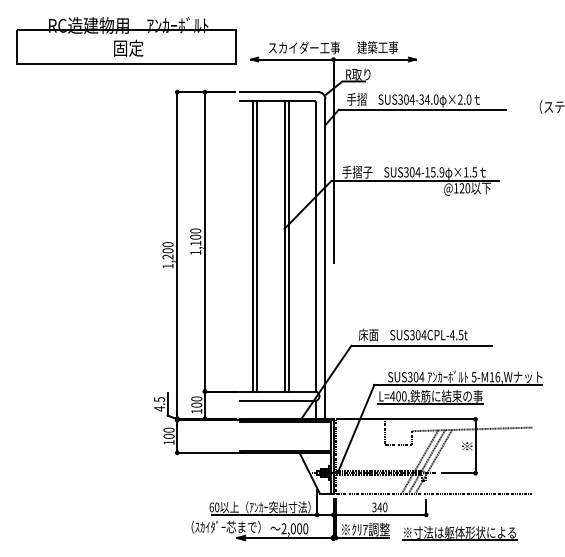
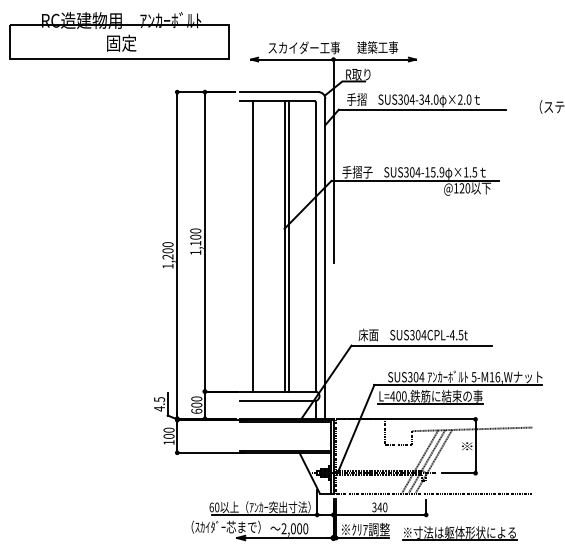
part at (126, 40) position: (126, 40) -> (119, 35)
line at (257, 246): present -> none
text at (196, 410): 100 -> 600
